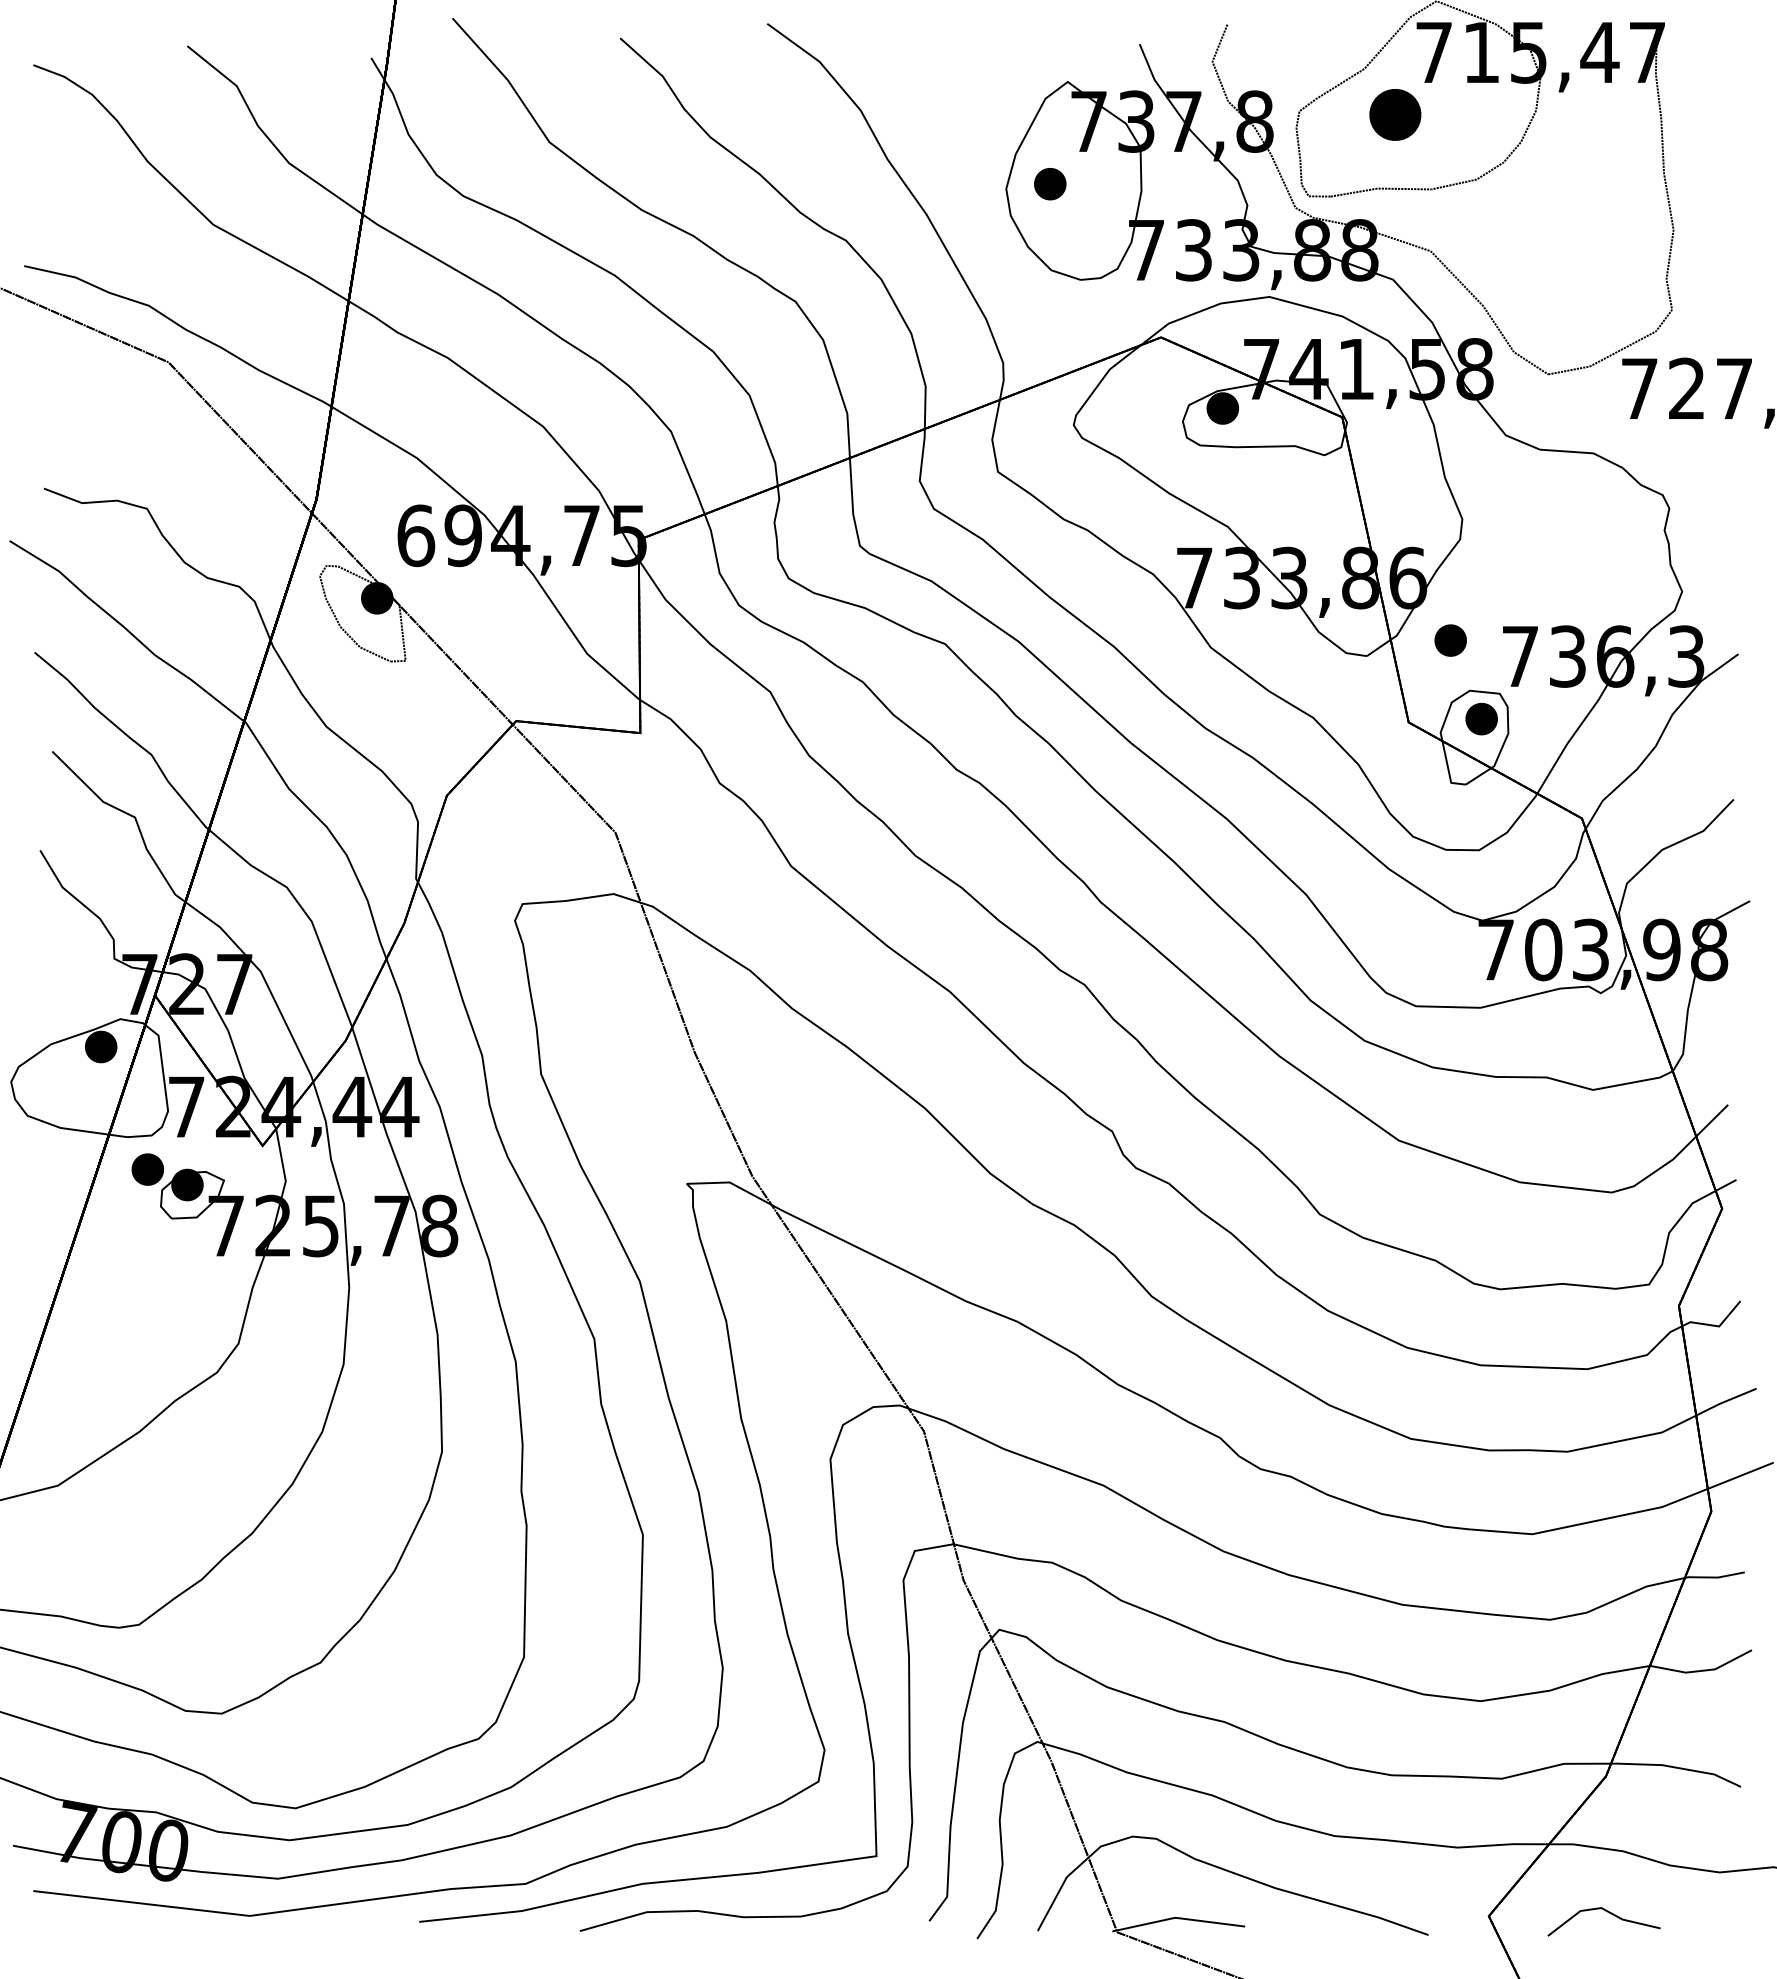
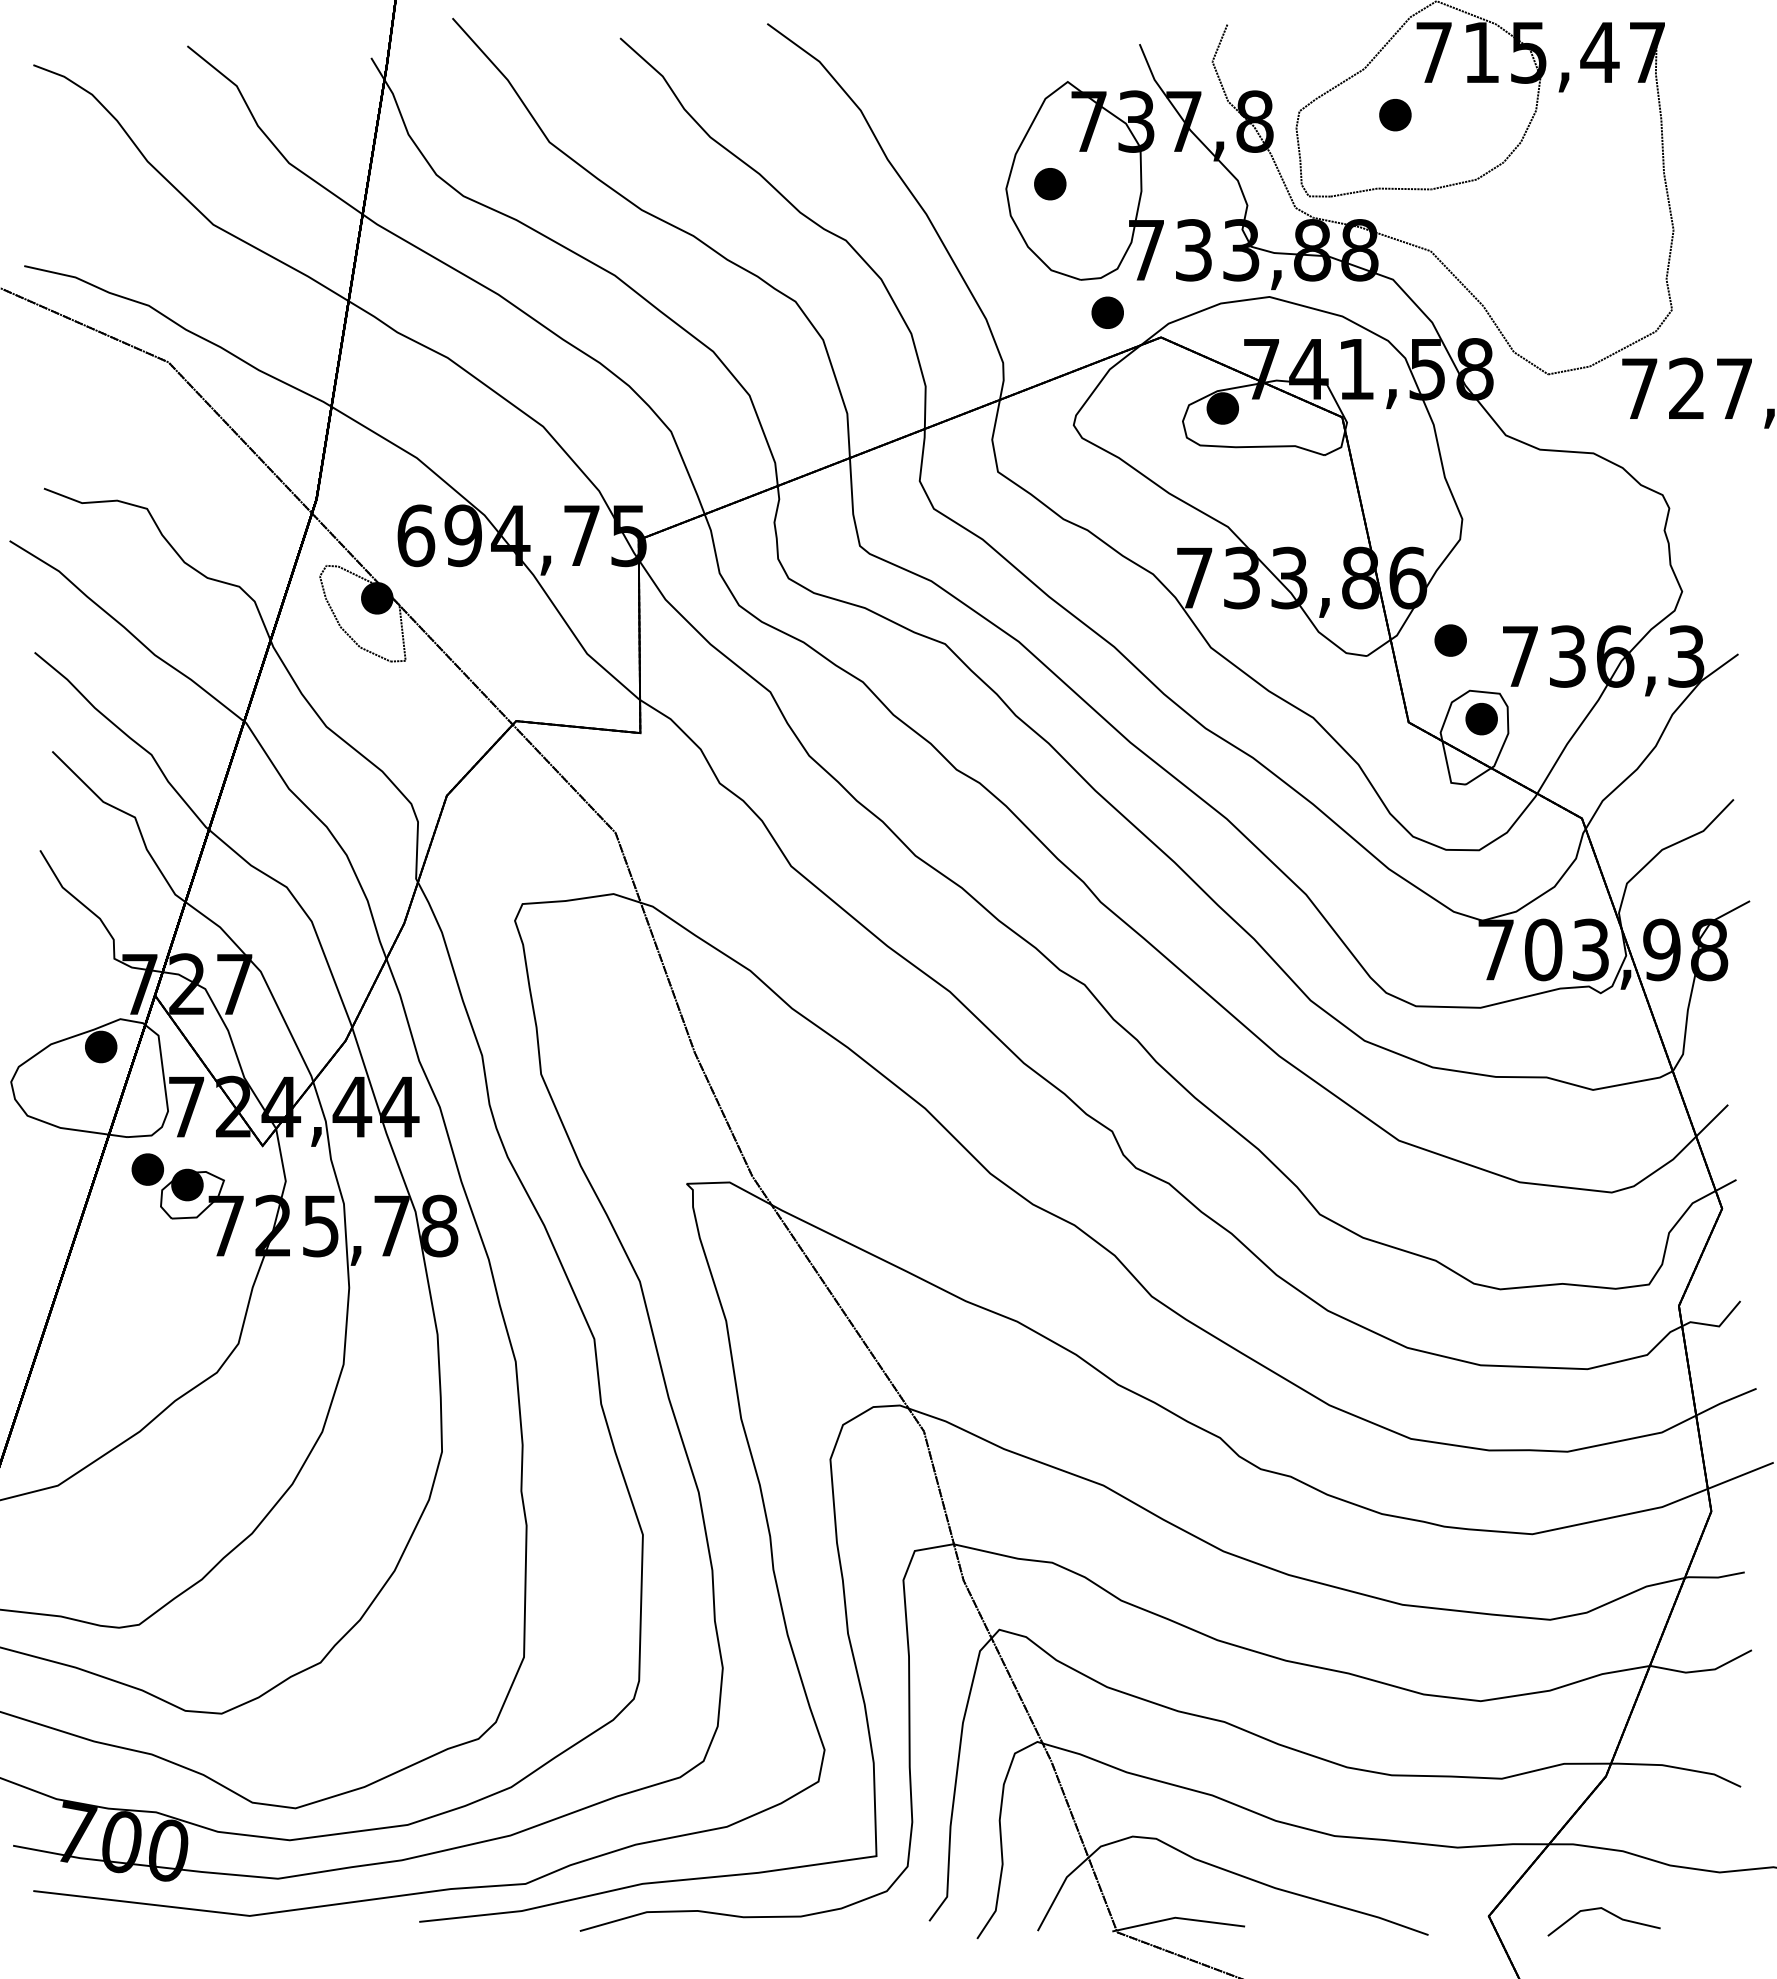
part at (1395, 114) size: 53x52 px -> 33x33 px
part at (1107, 312): none -> present
